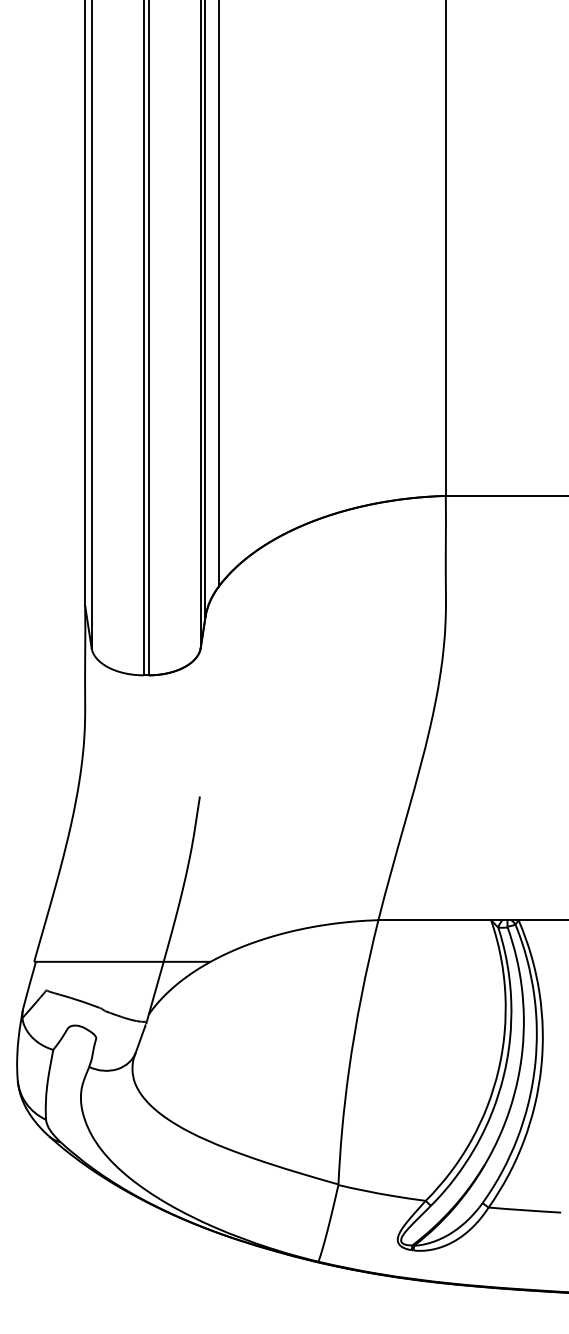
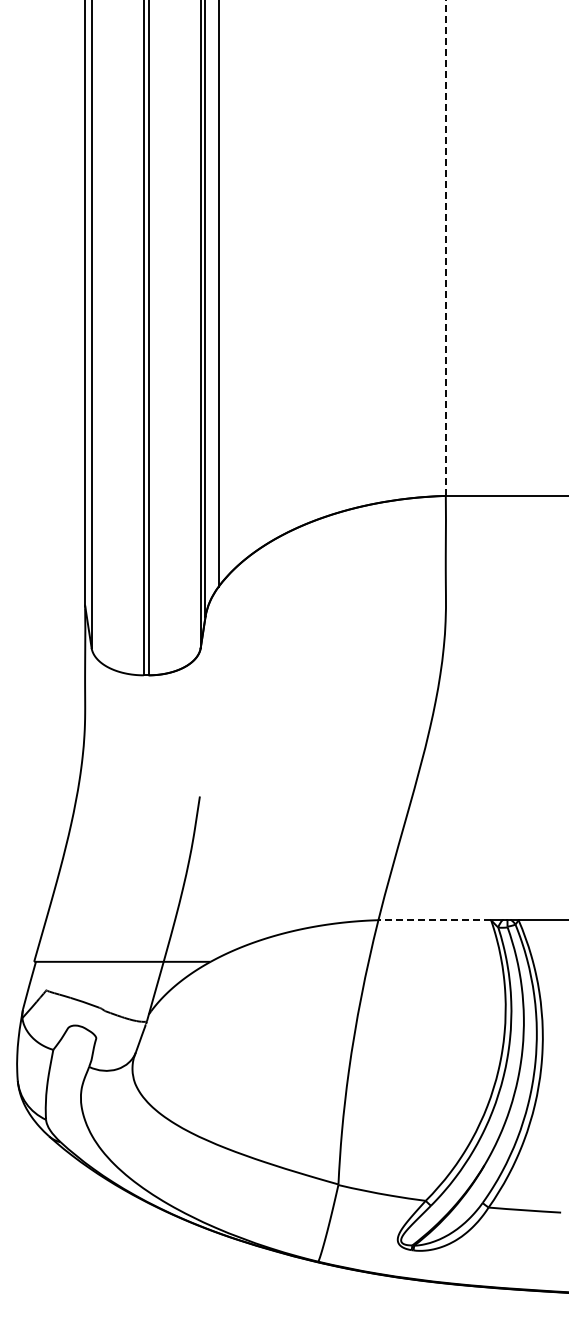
line at (445, 247): solid -> dashed
line at (434, 920): solid -> dashed
